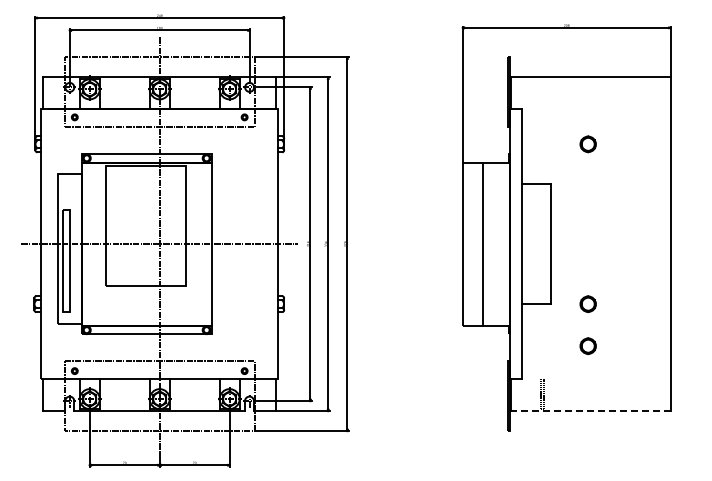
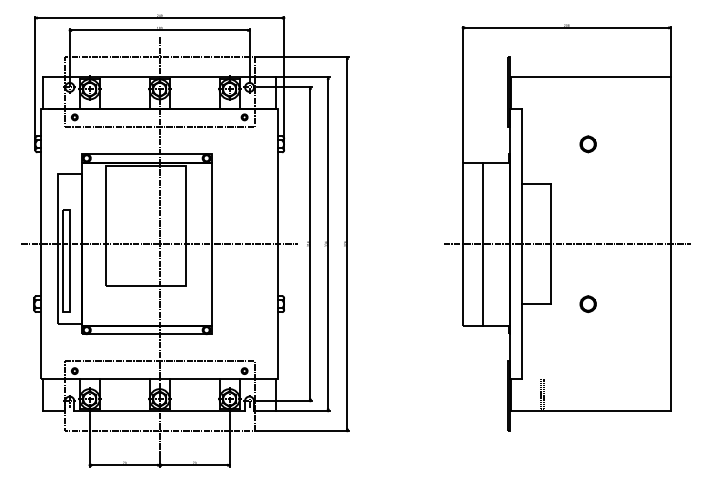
line at (566, 244): none -> present
part at (587, 346): present -> none
line at (590, 411): dashed -> solid
